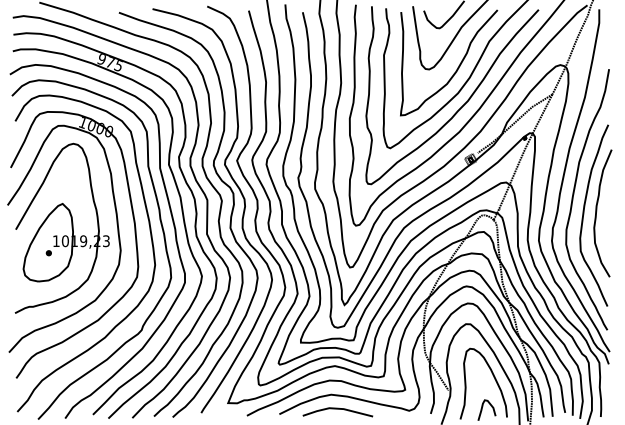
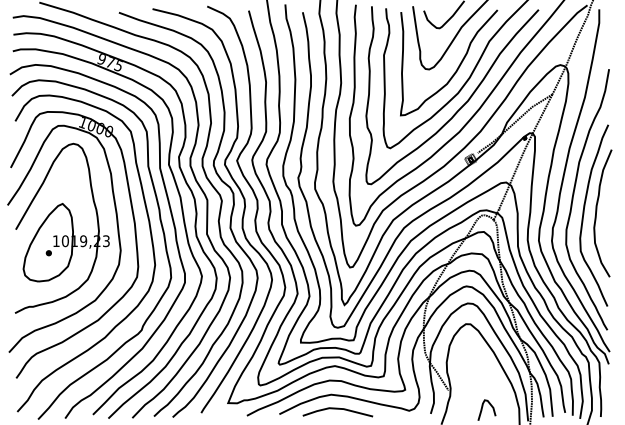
curve at (493, 377): present -> none
